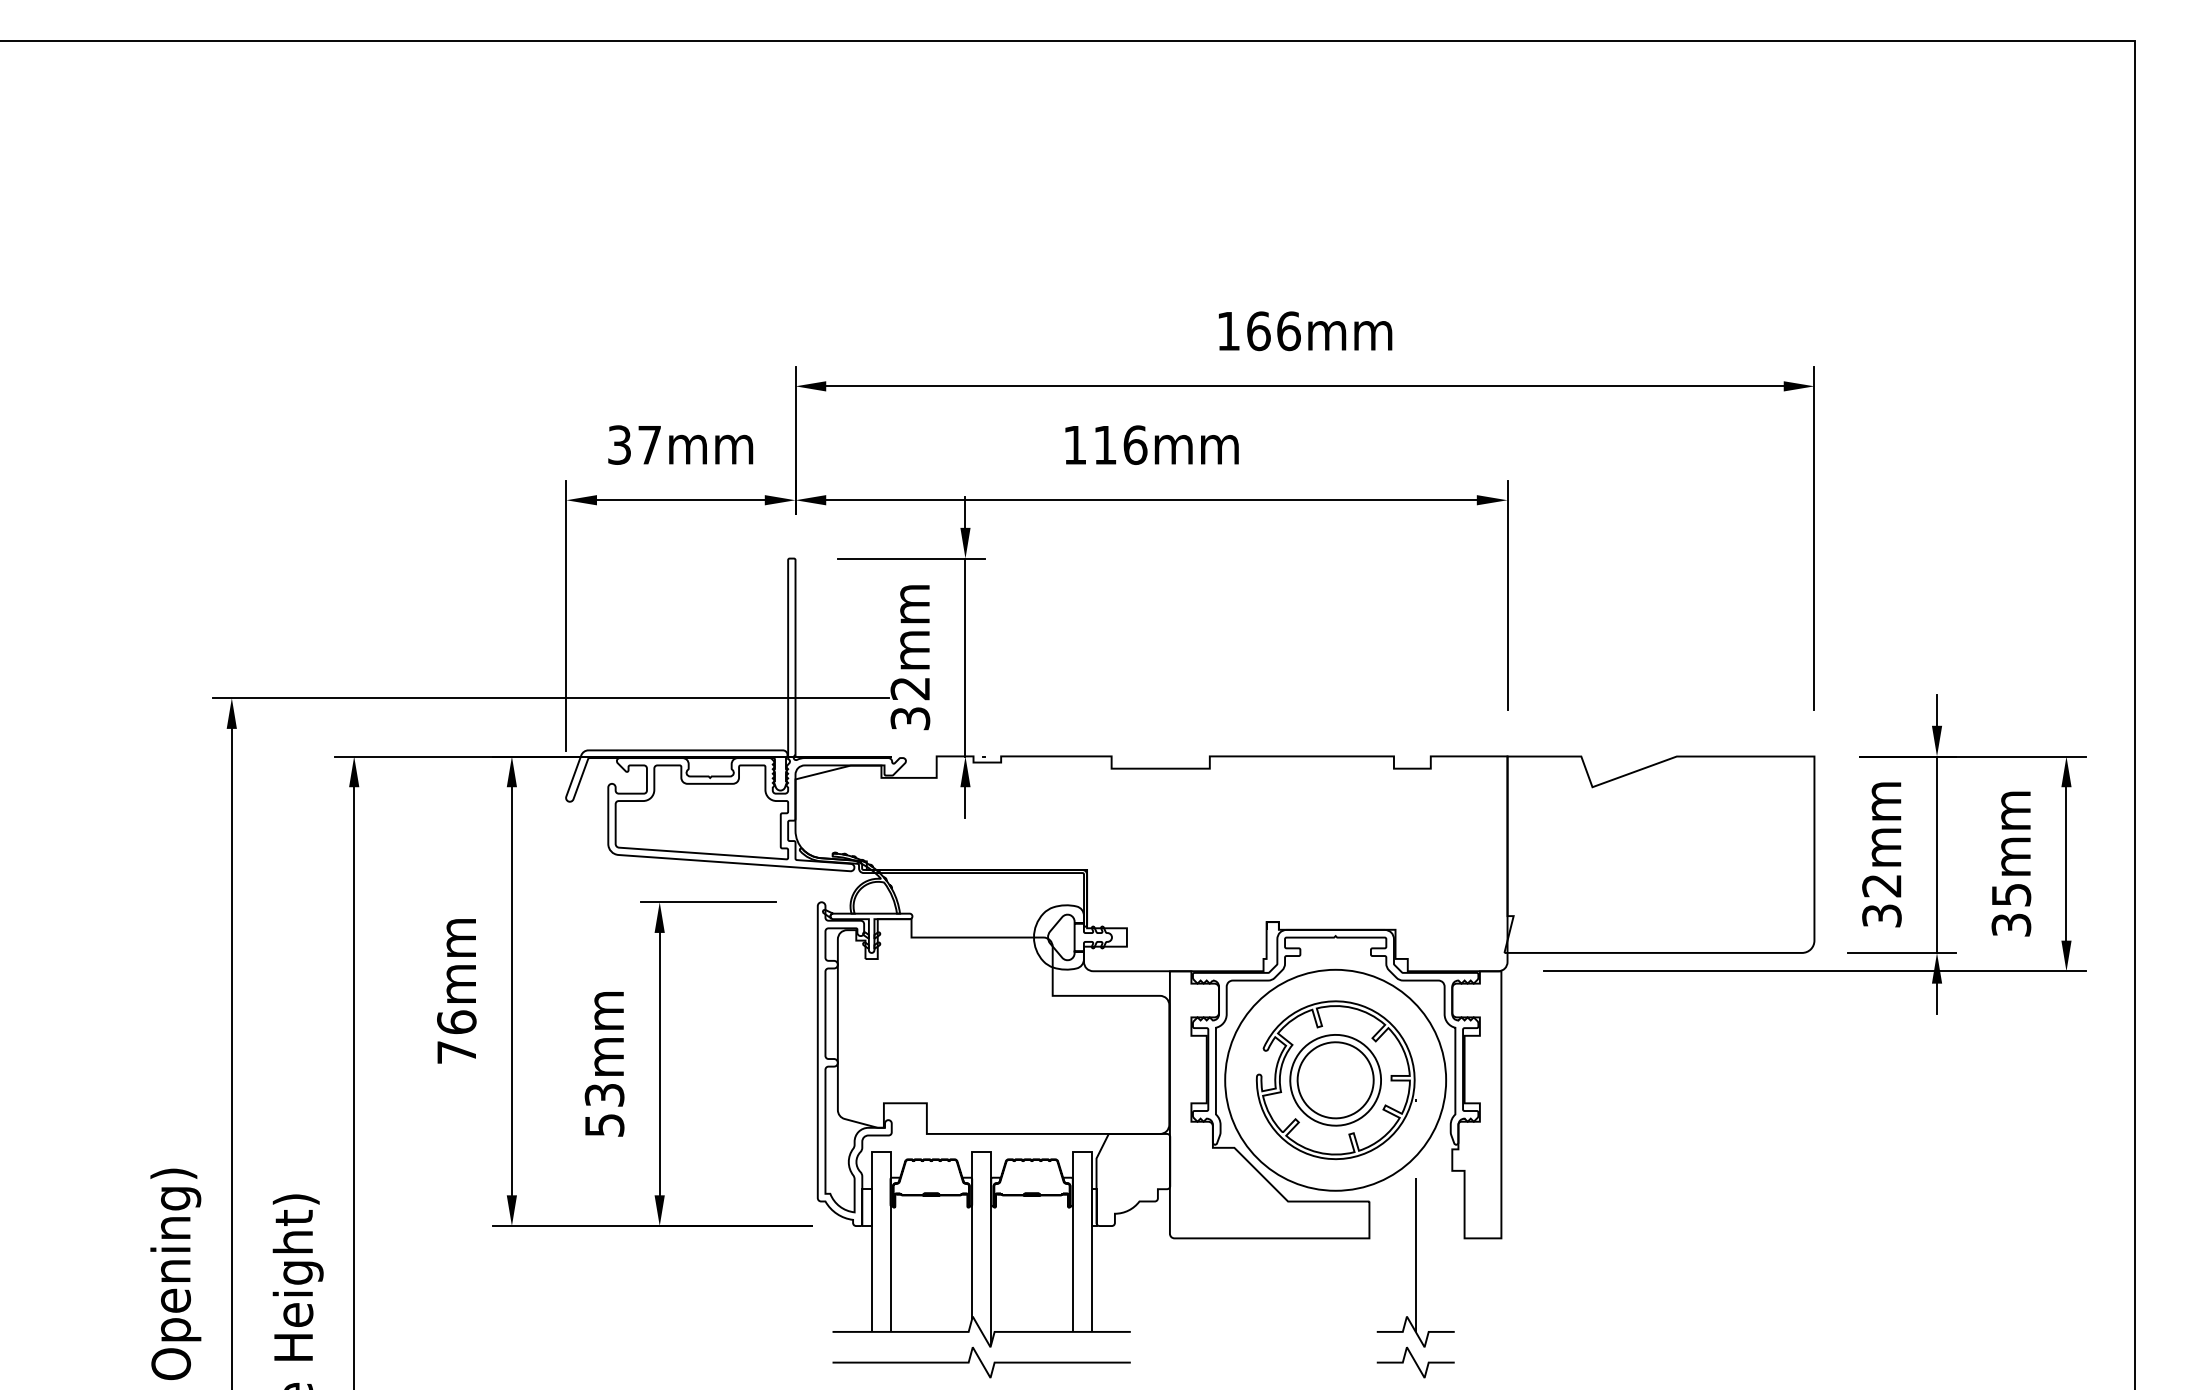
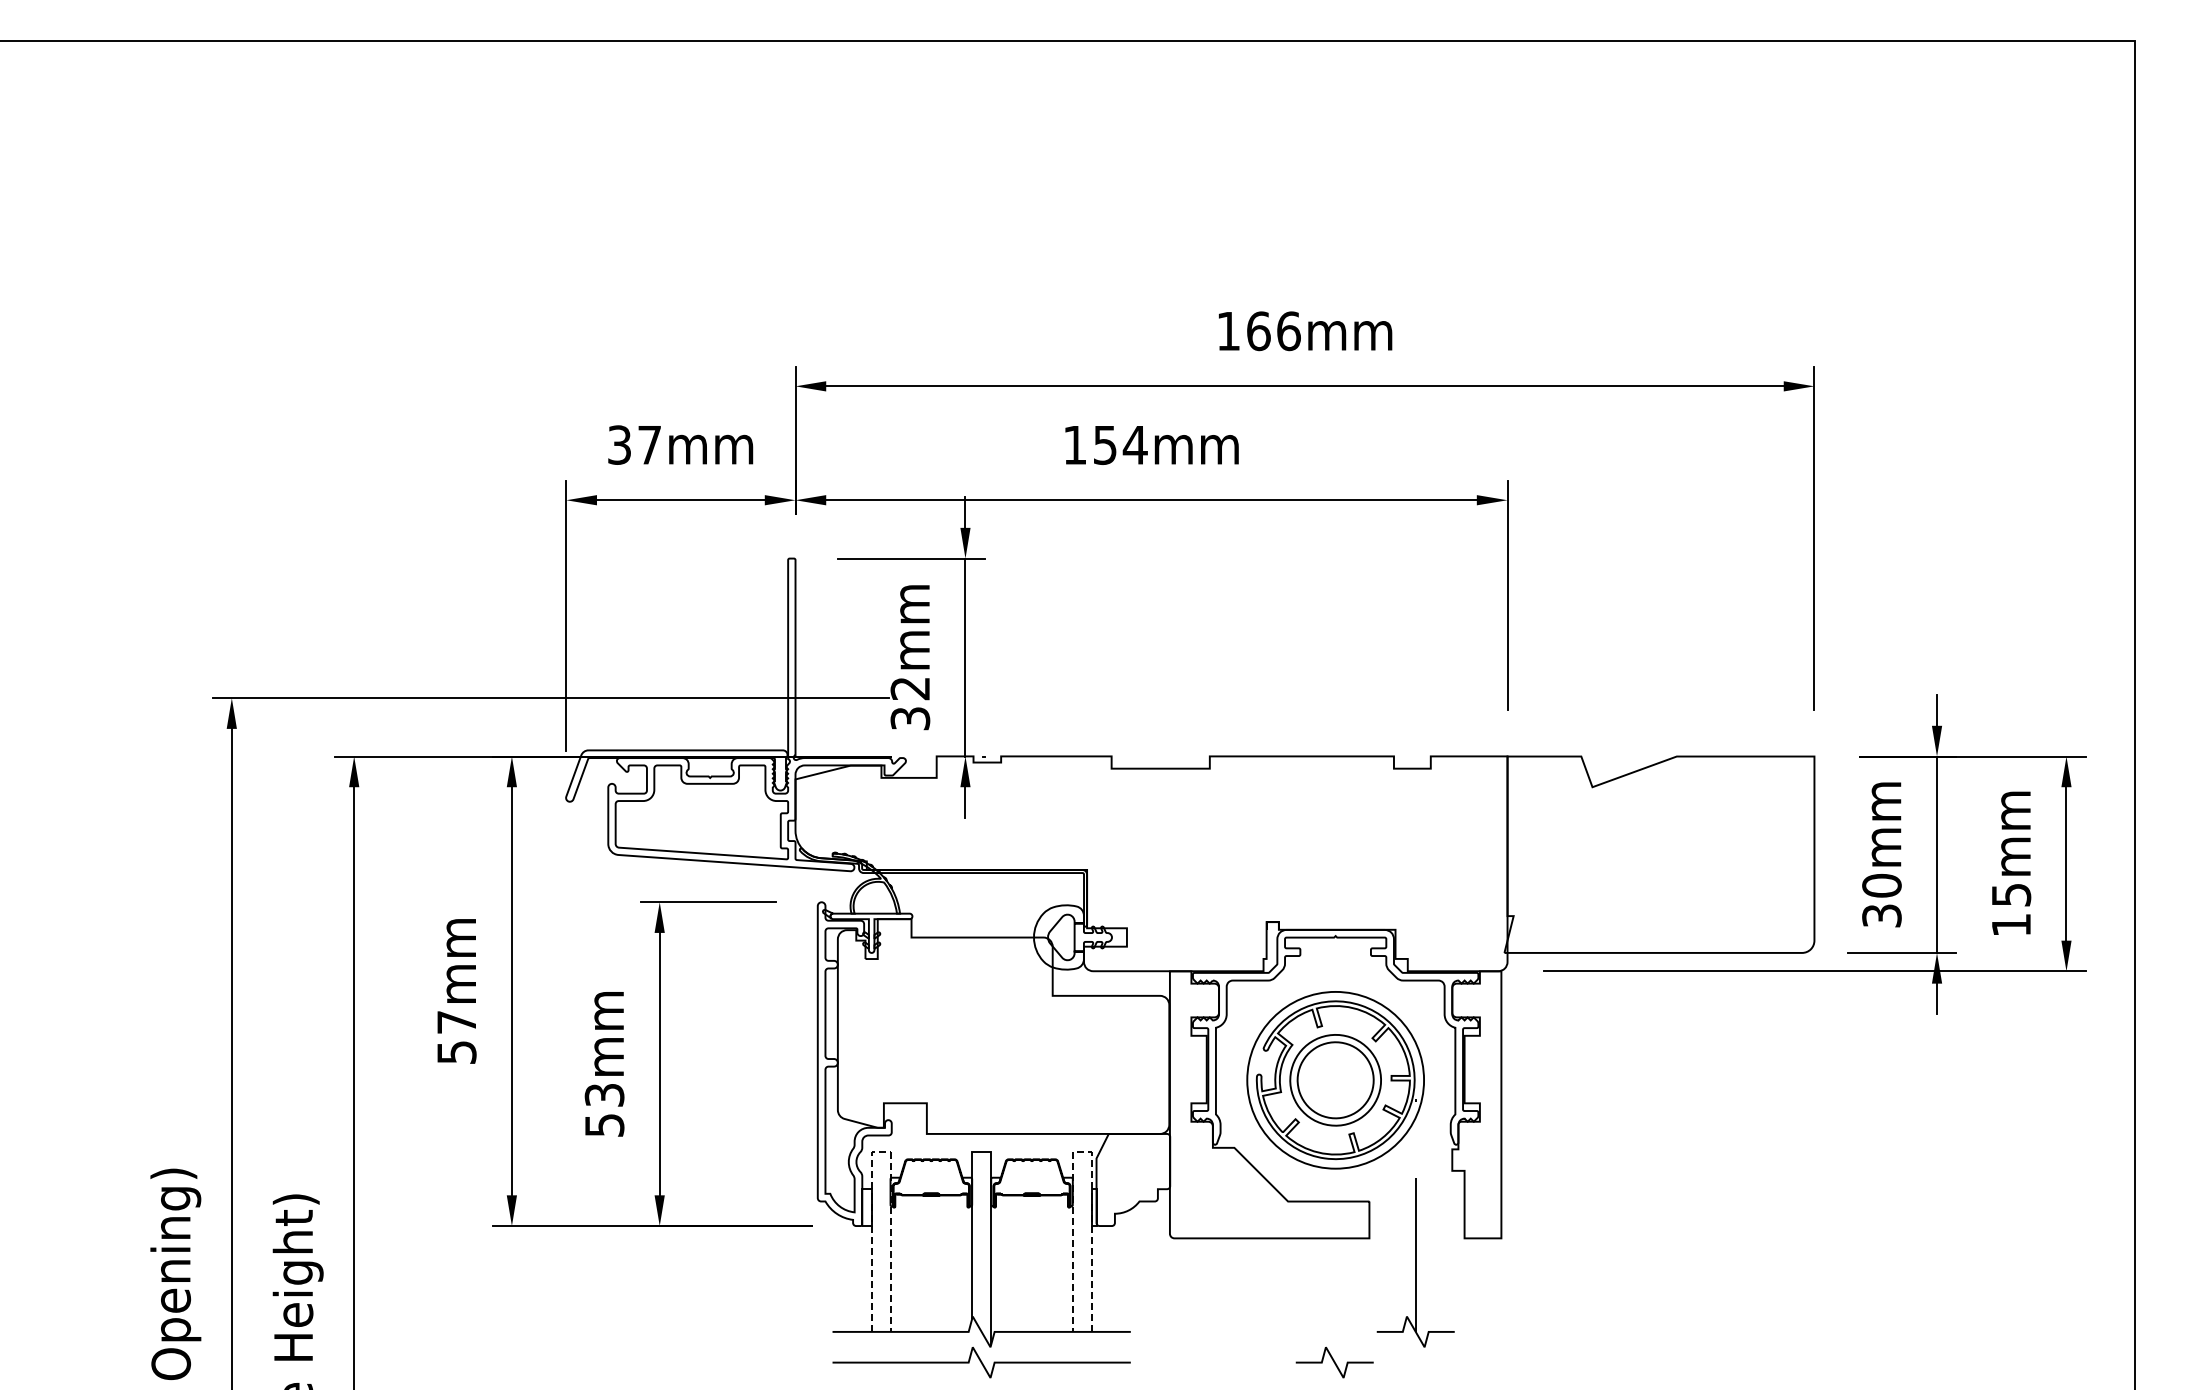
text at (1120, 444): 116mm -> 154mm
text at (1881, 885): 32mm -> 30mm
text at (2011, 924): 35mm -> 15mm
text at (456, 1036): 76mm -> 57mm
circle at (1335, 1079) diameter: 221 px -> 177 px
line at (881, 1152): solid -> dashed
line at (1082, 1152): solid -> dashed
curve at (1415, 1362) position: (1415, 1362) -> (1334, 1362)
